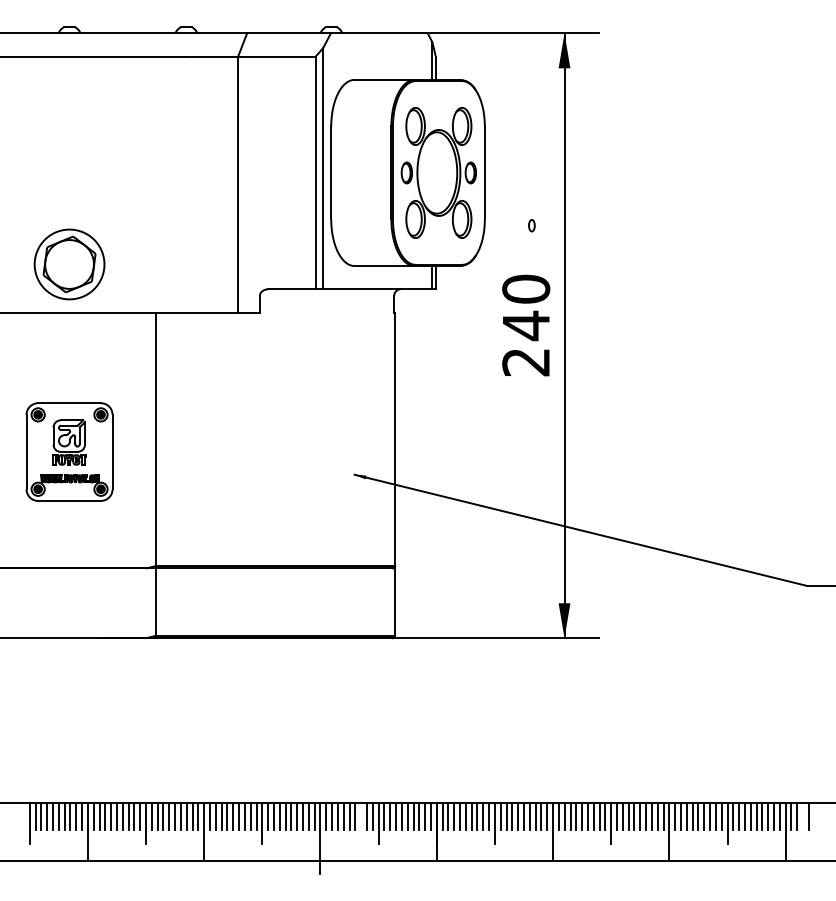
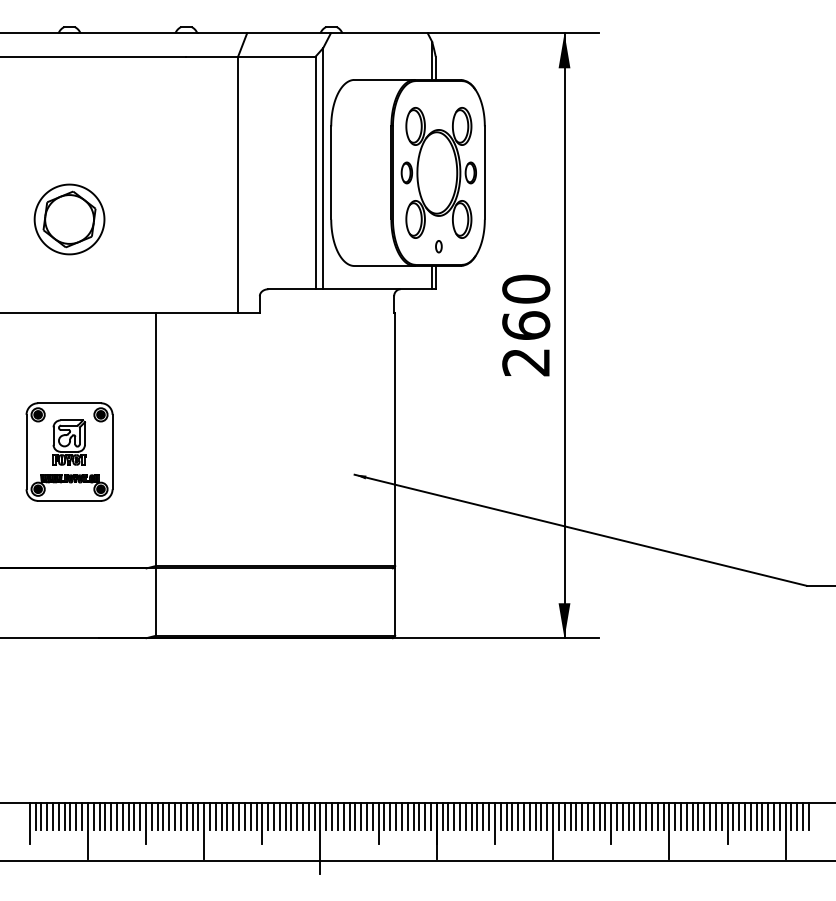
part at (531, 225) position: (531, 225) -> (438, 246)
part at (69, 264) position: (69, 264) -> (69, 219)
text at (526, 325): 240 -> 260
line at (361, 815): none -> present
line at (803, 815): none -> present
